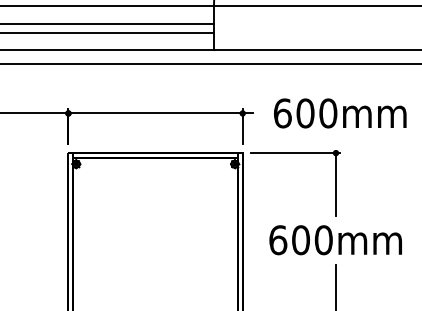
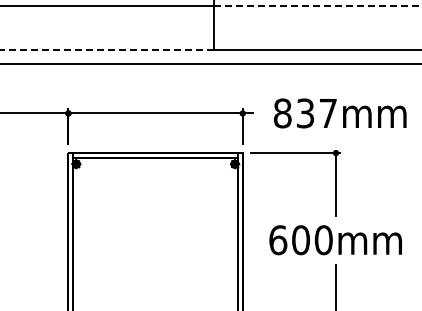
line at (317, 6): solid -> dashed
line at (107, 23): present -> none
line at (107, 32): present -> none
line at (107, 49): solid -> dashed
text at (305, 113): 600mm -> 837mm
